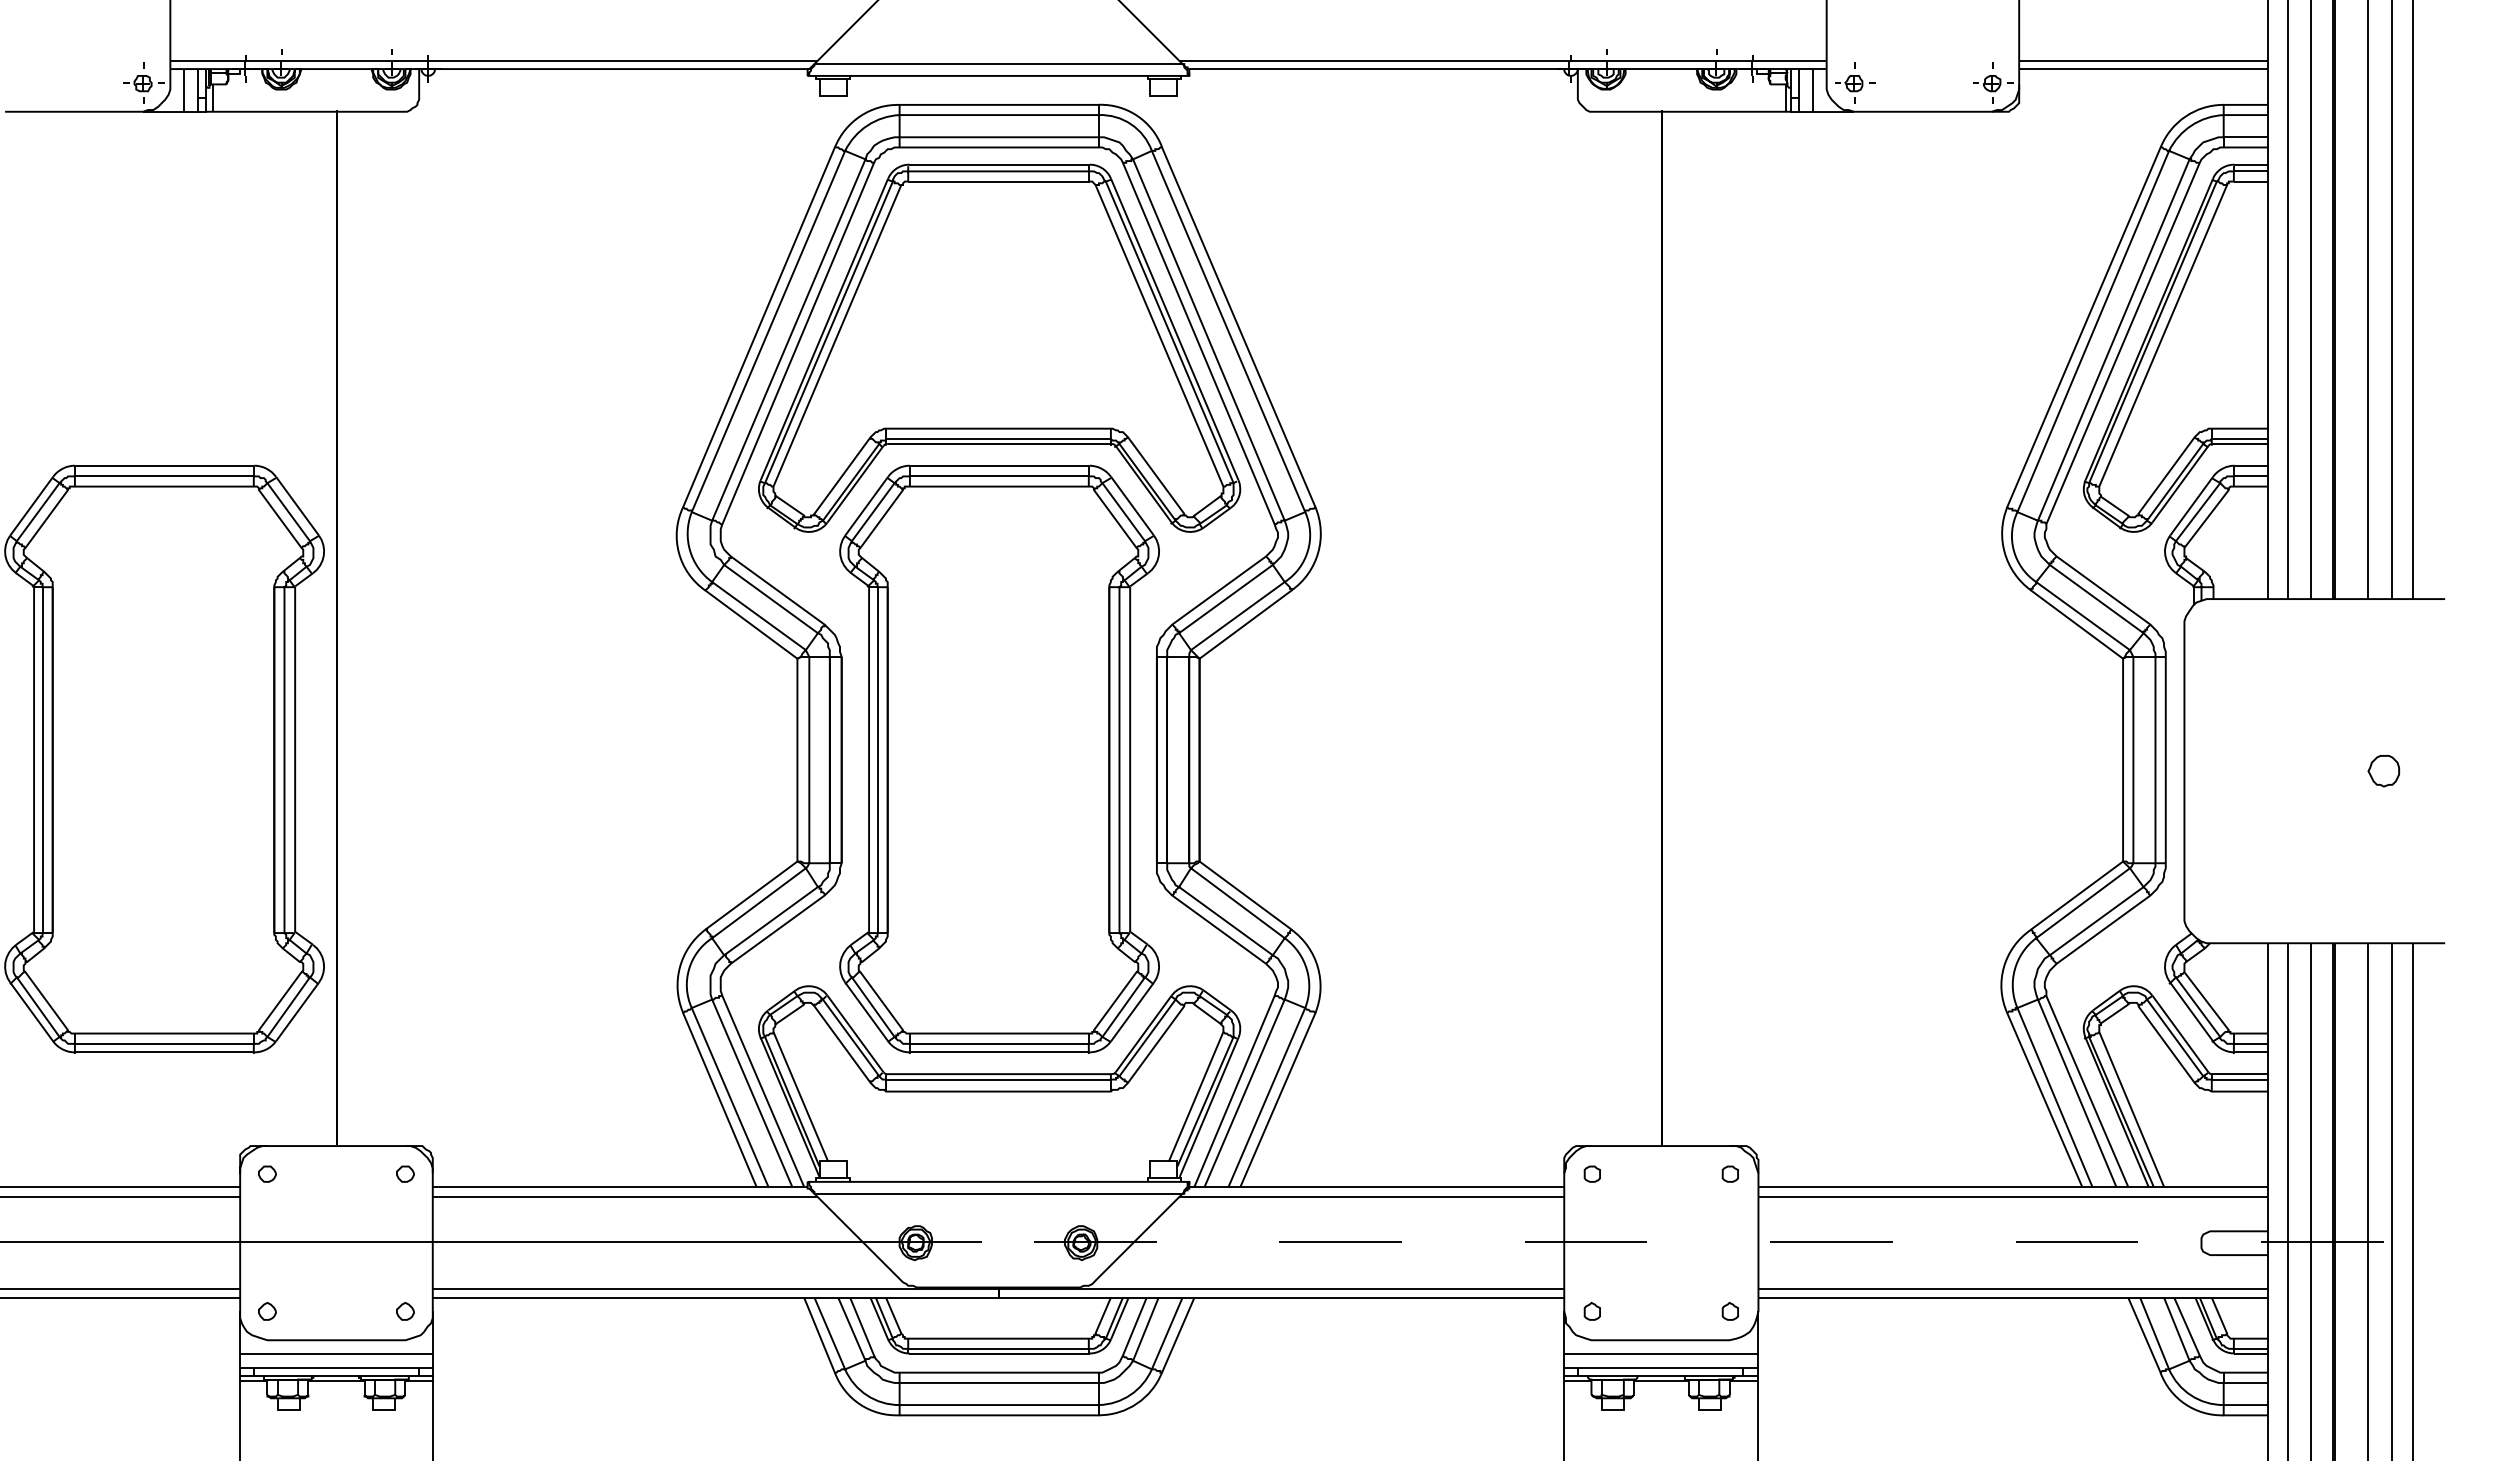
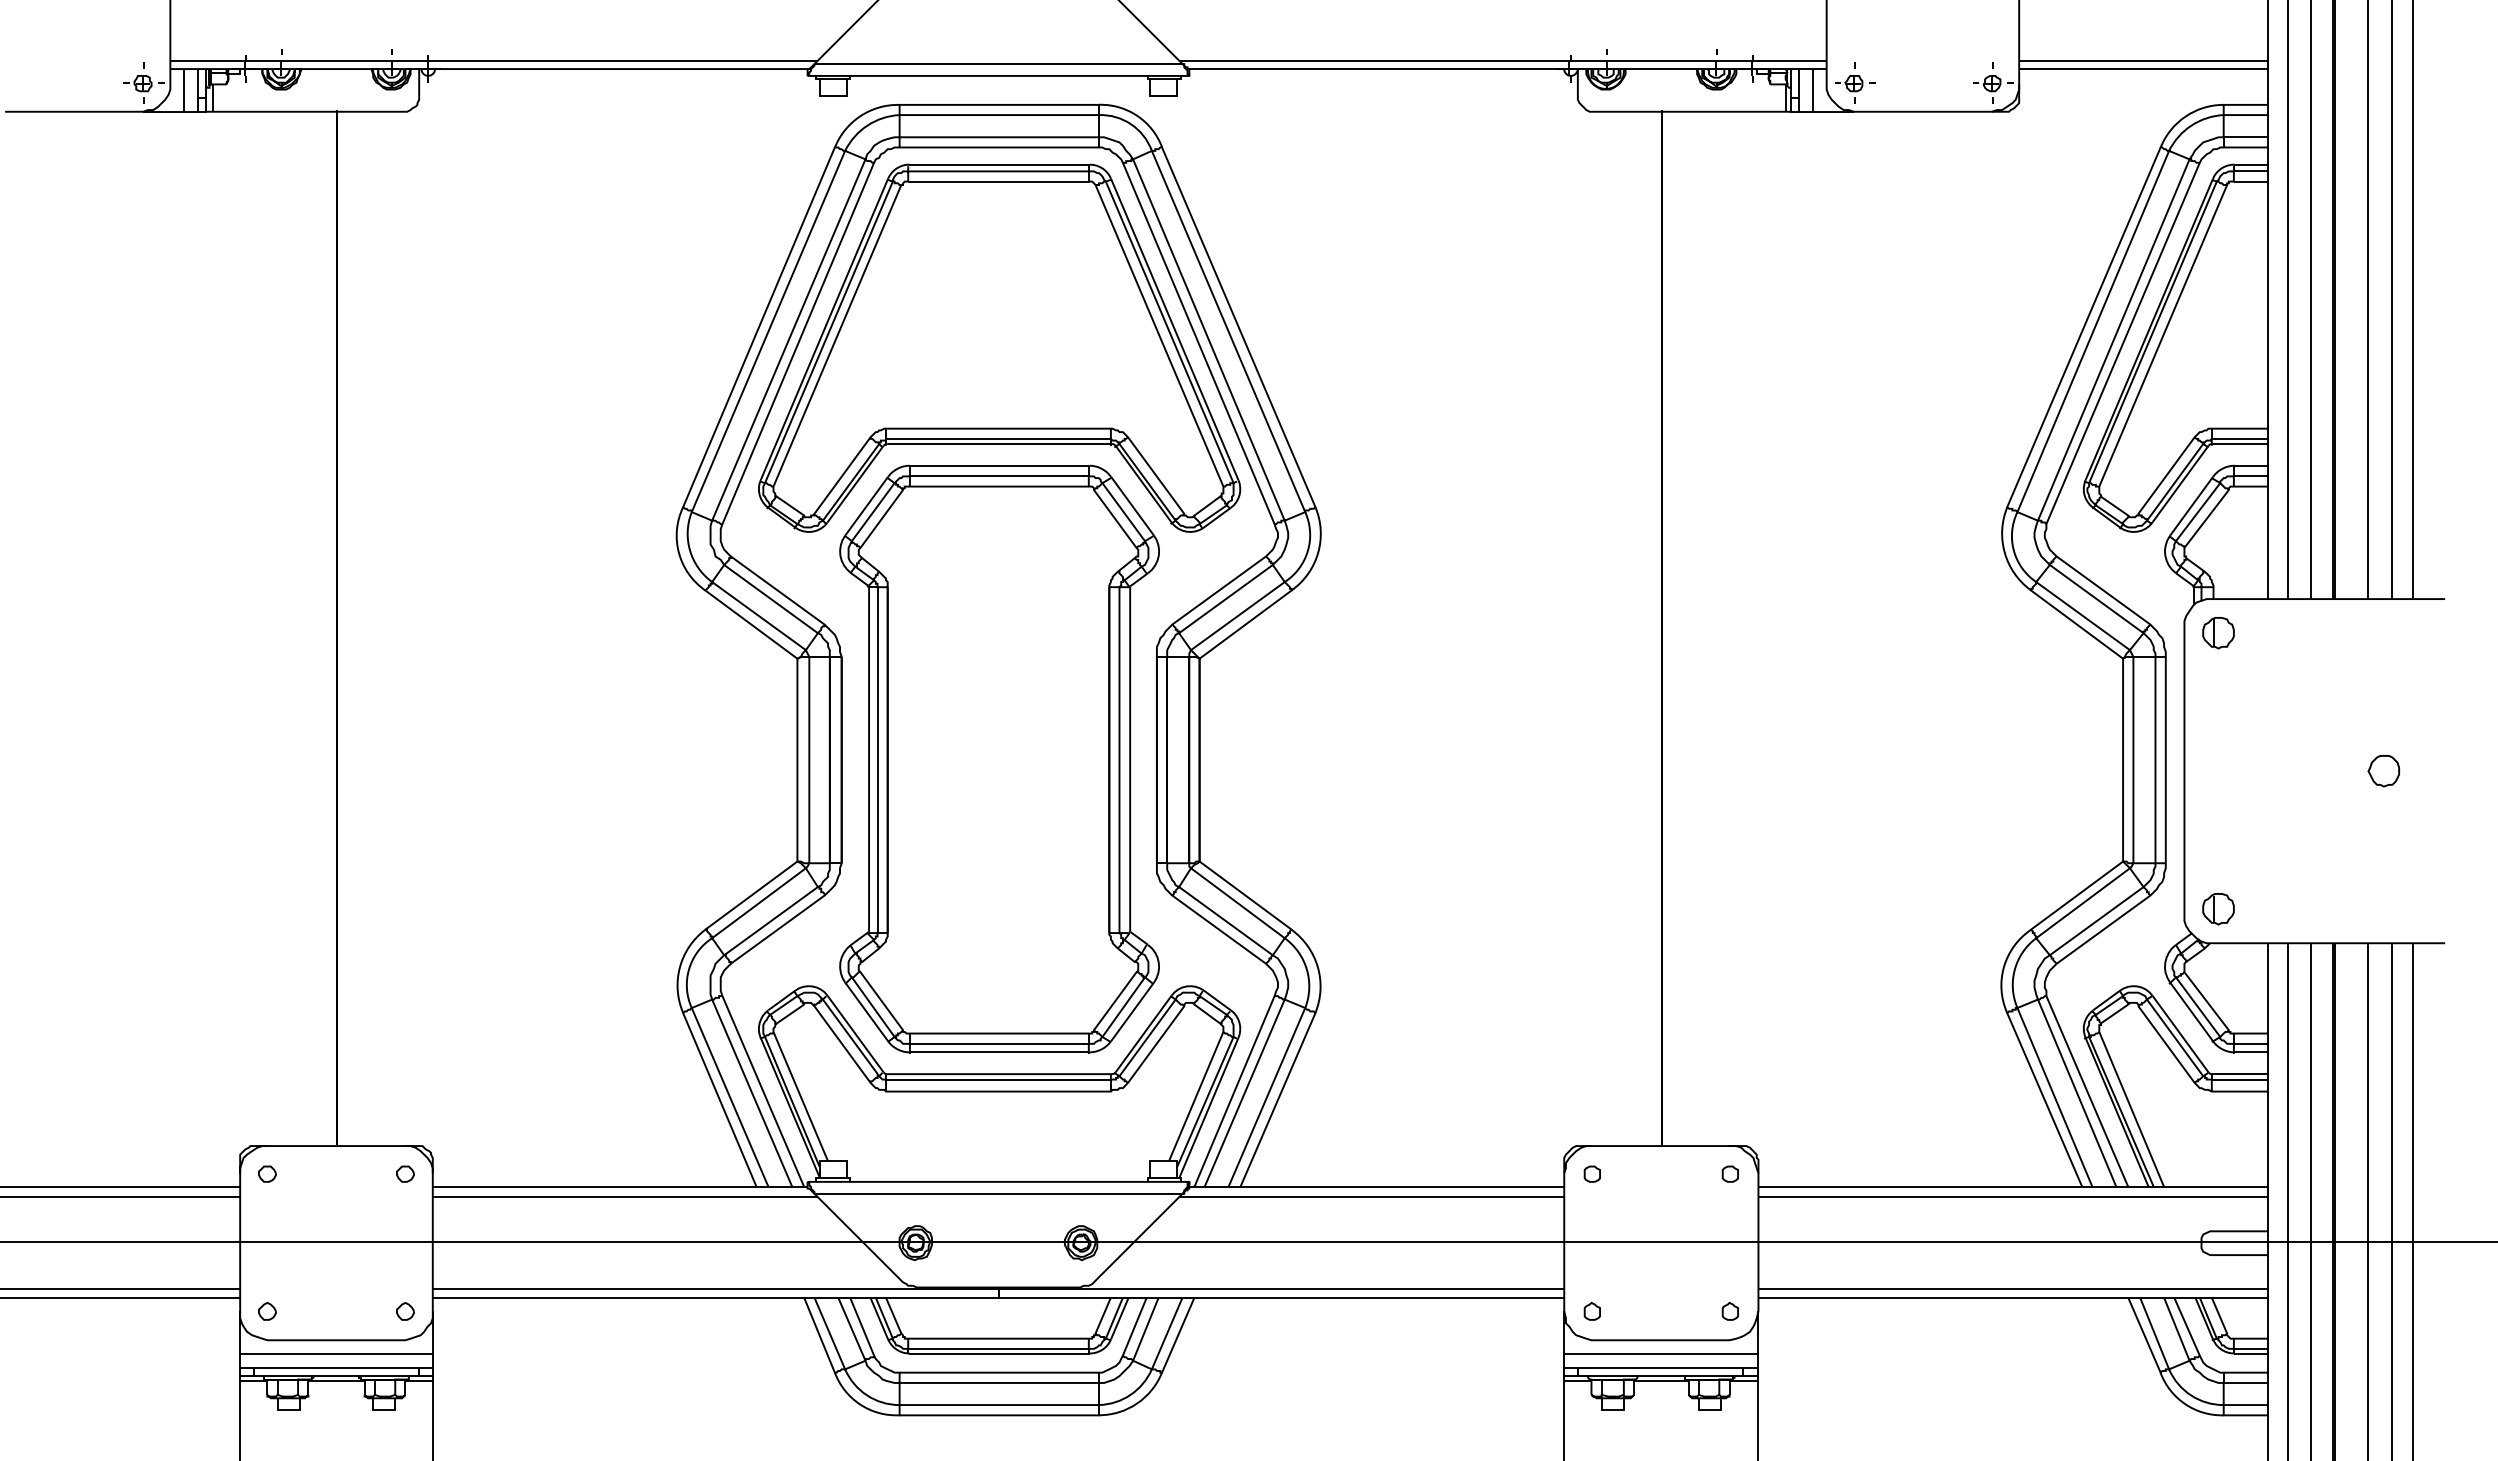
part at (2218, 633): none -> present
part at (164, 758): present -> none
part at (2218, 909): none -> present
line at (1739, 1242): dashed -> solid
